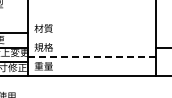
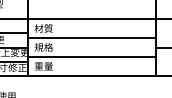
line at (85, 19): none -> present
line at (91, 38): none -> present
line at (92, 57): dashed -> solid
